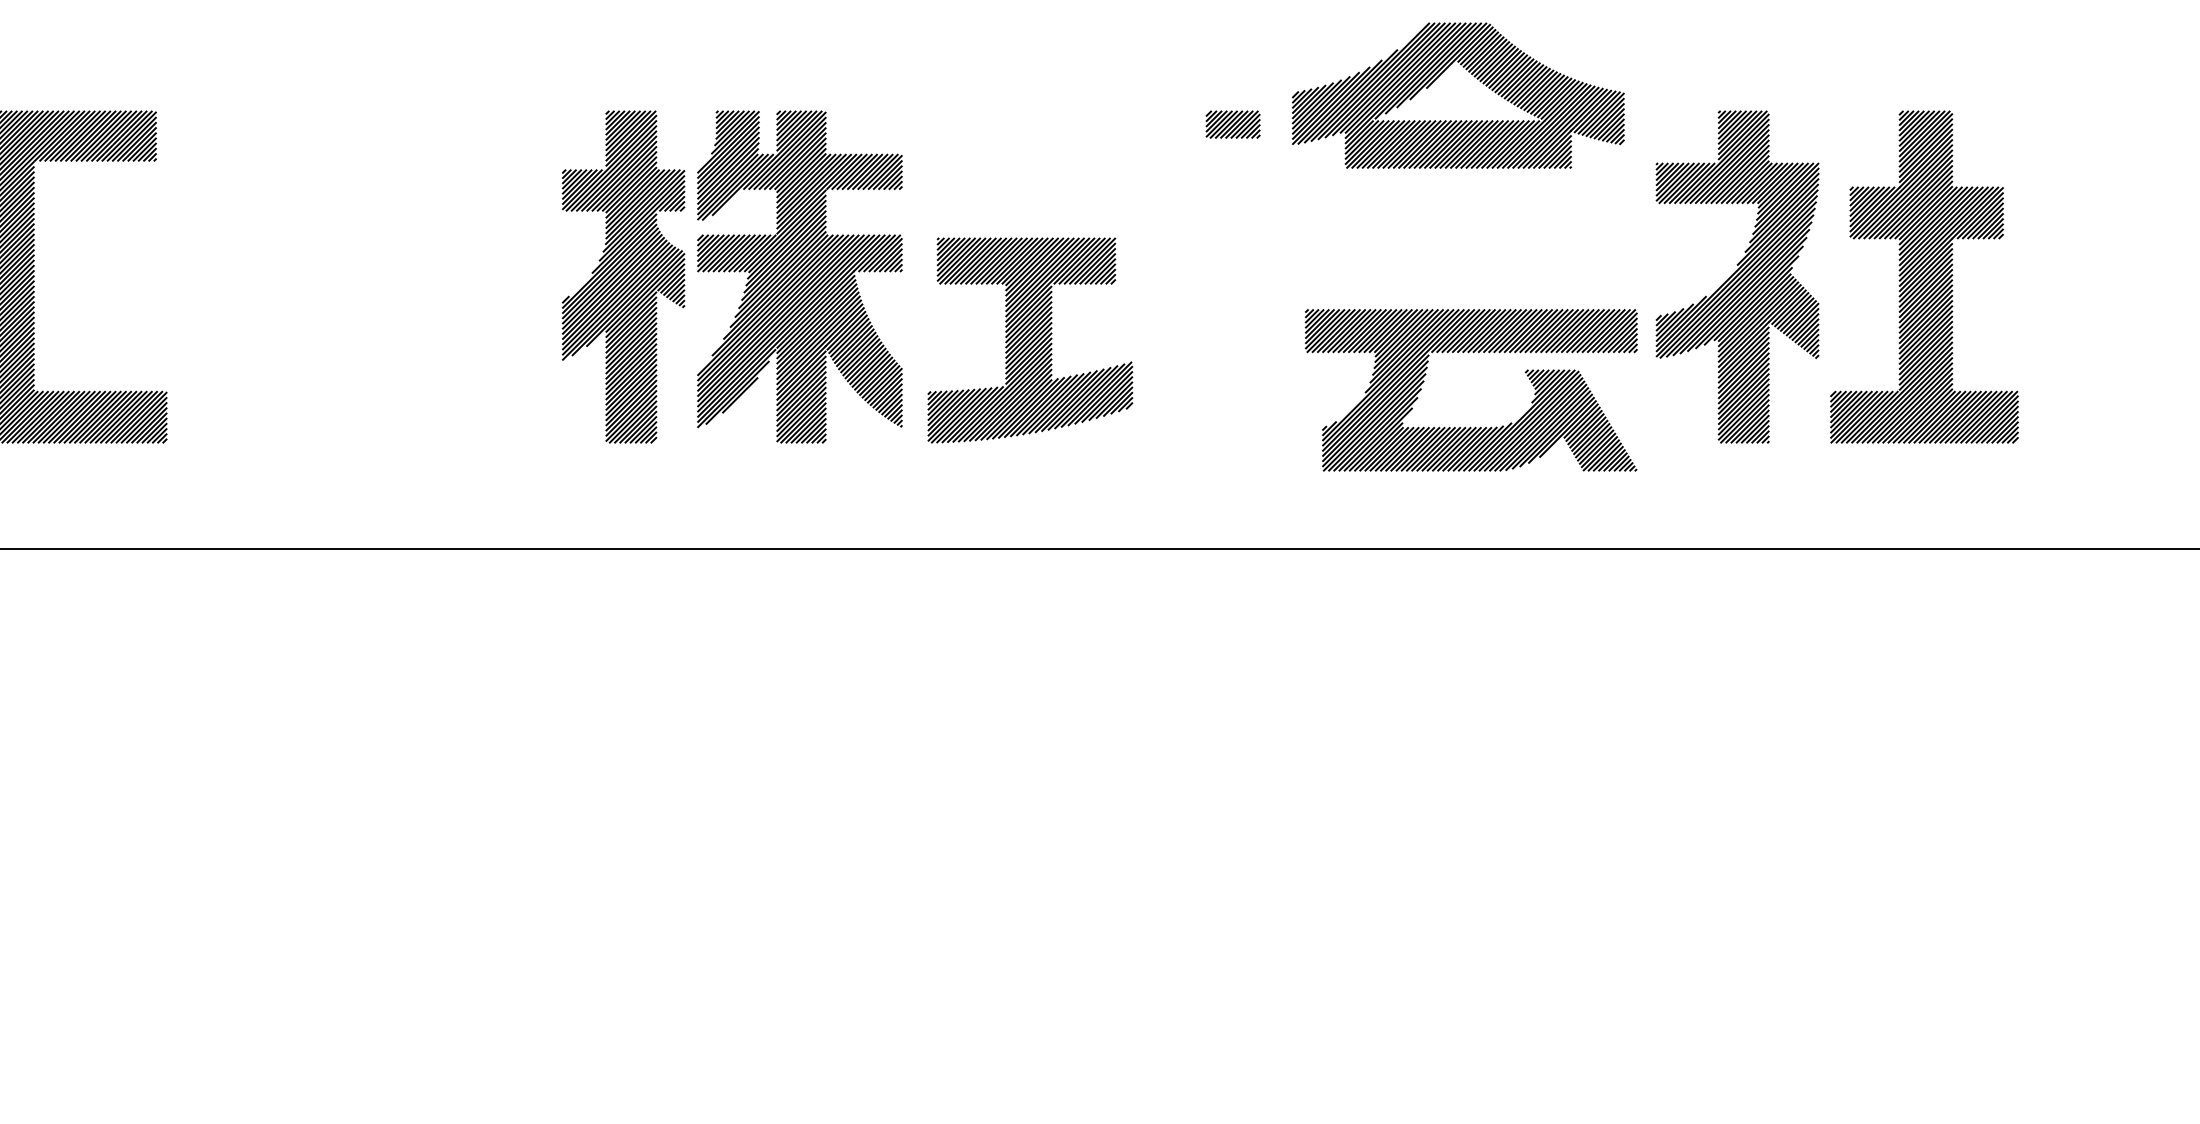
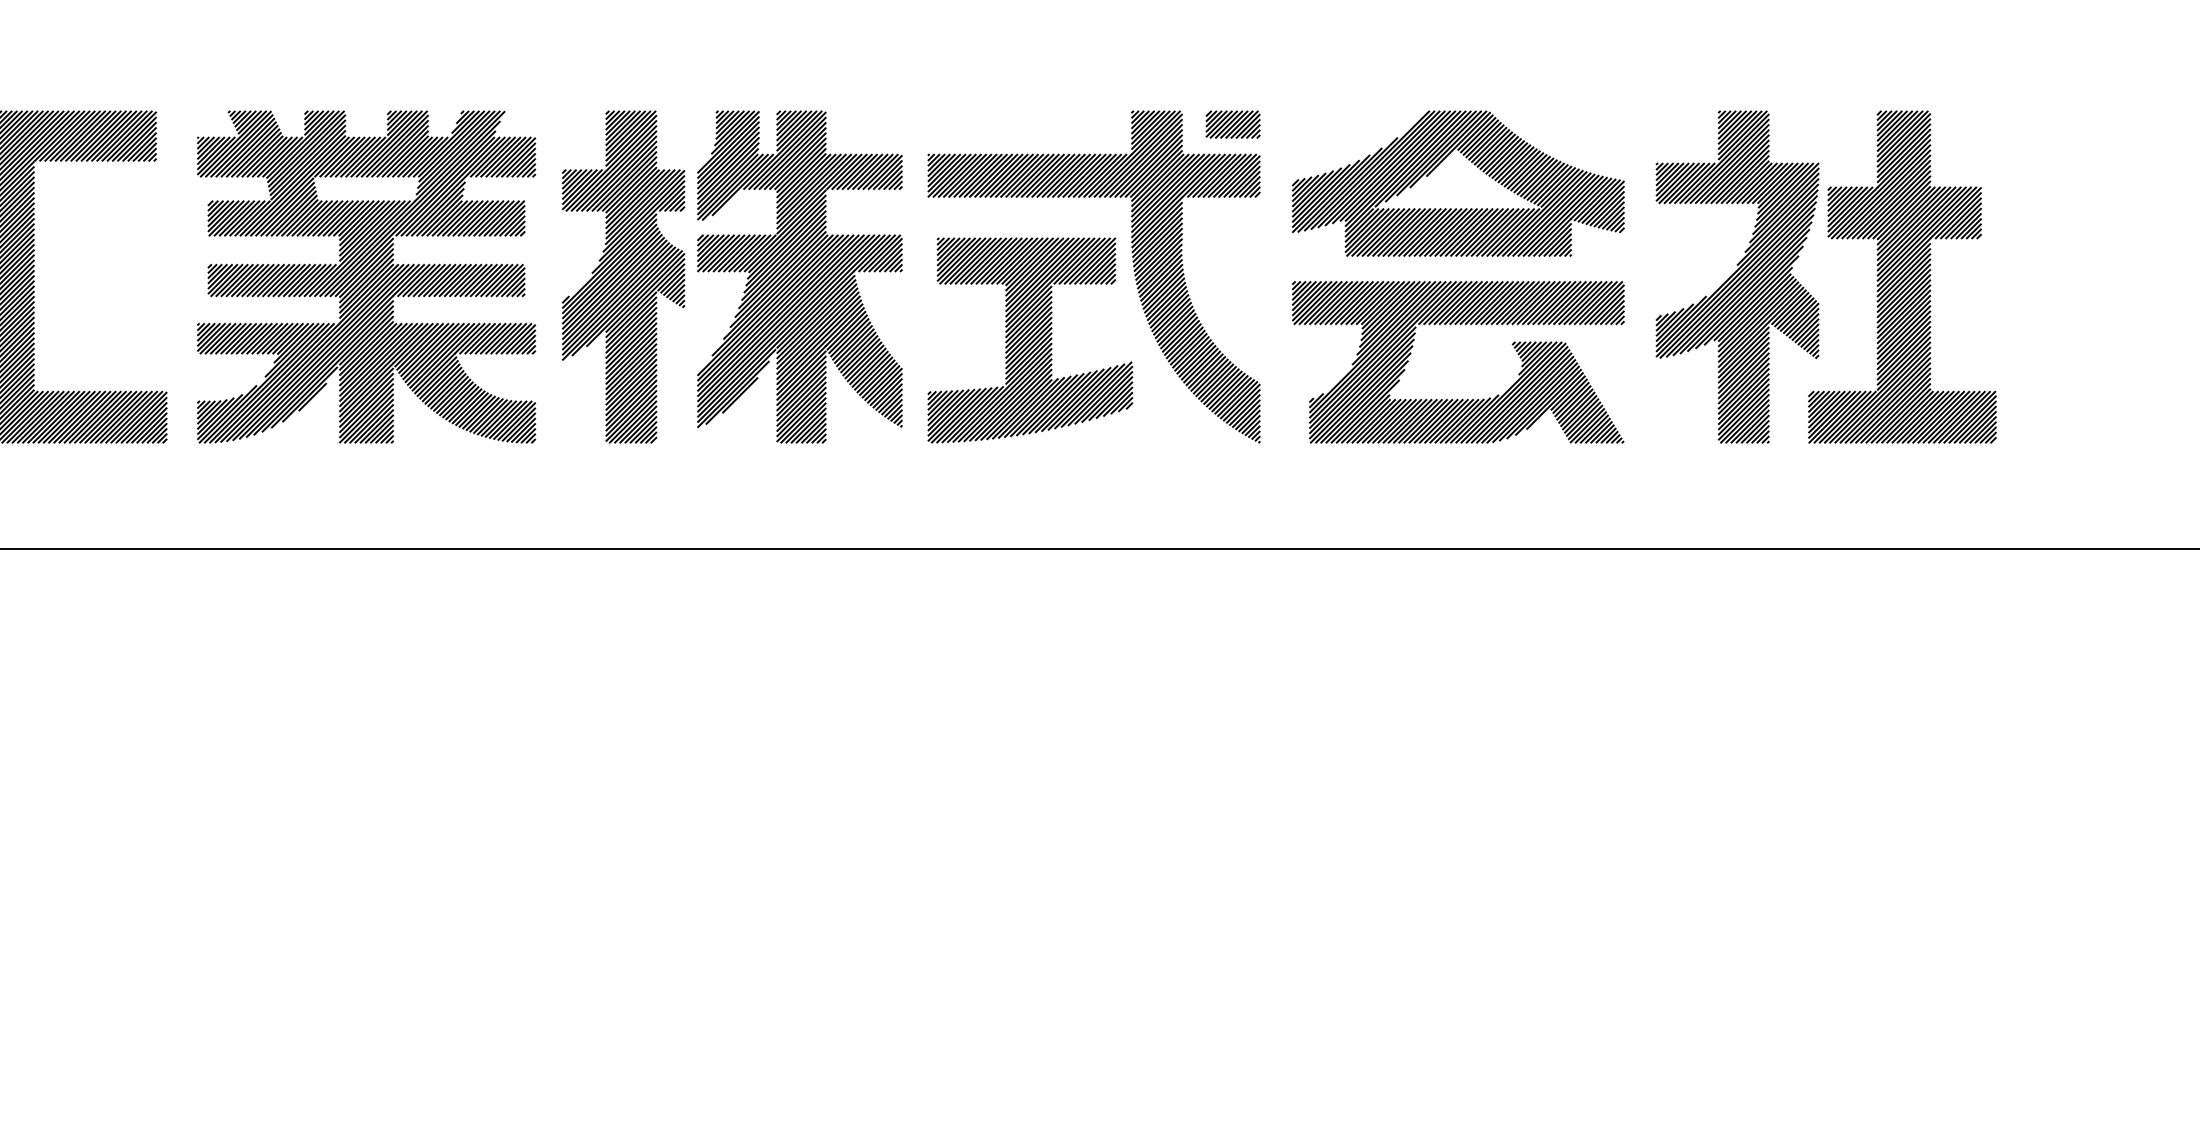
part at (1474, 77) position: (1474, 77) -> (1474, 165)
part at (1133, 270): none -> present
part at (366, 276): none -> present
part at (1924, 276) position: (1924, 276) -> (1902, 276)
part at (1470, 426) position: (1470, 426) -> (1457, 398)
